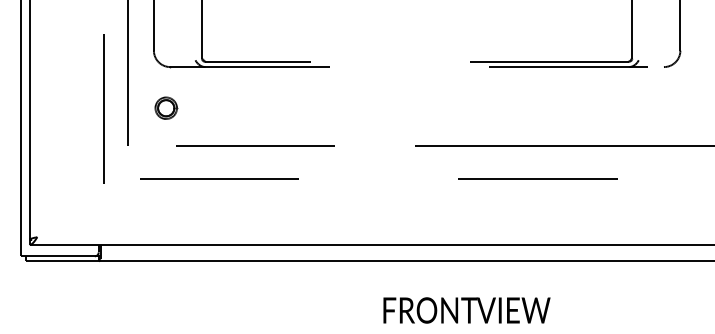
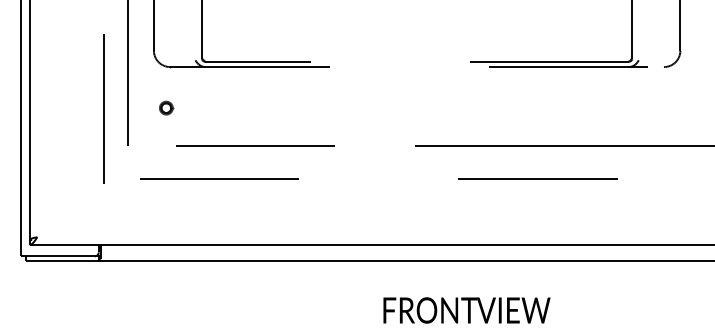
part at (166, 107) size: 25x24 px -> 16x16 px
